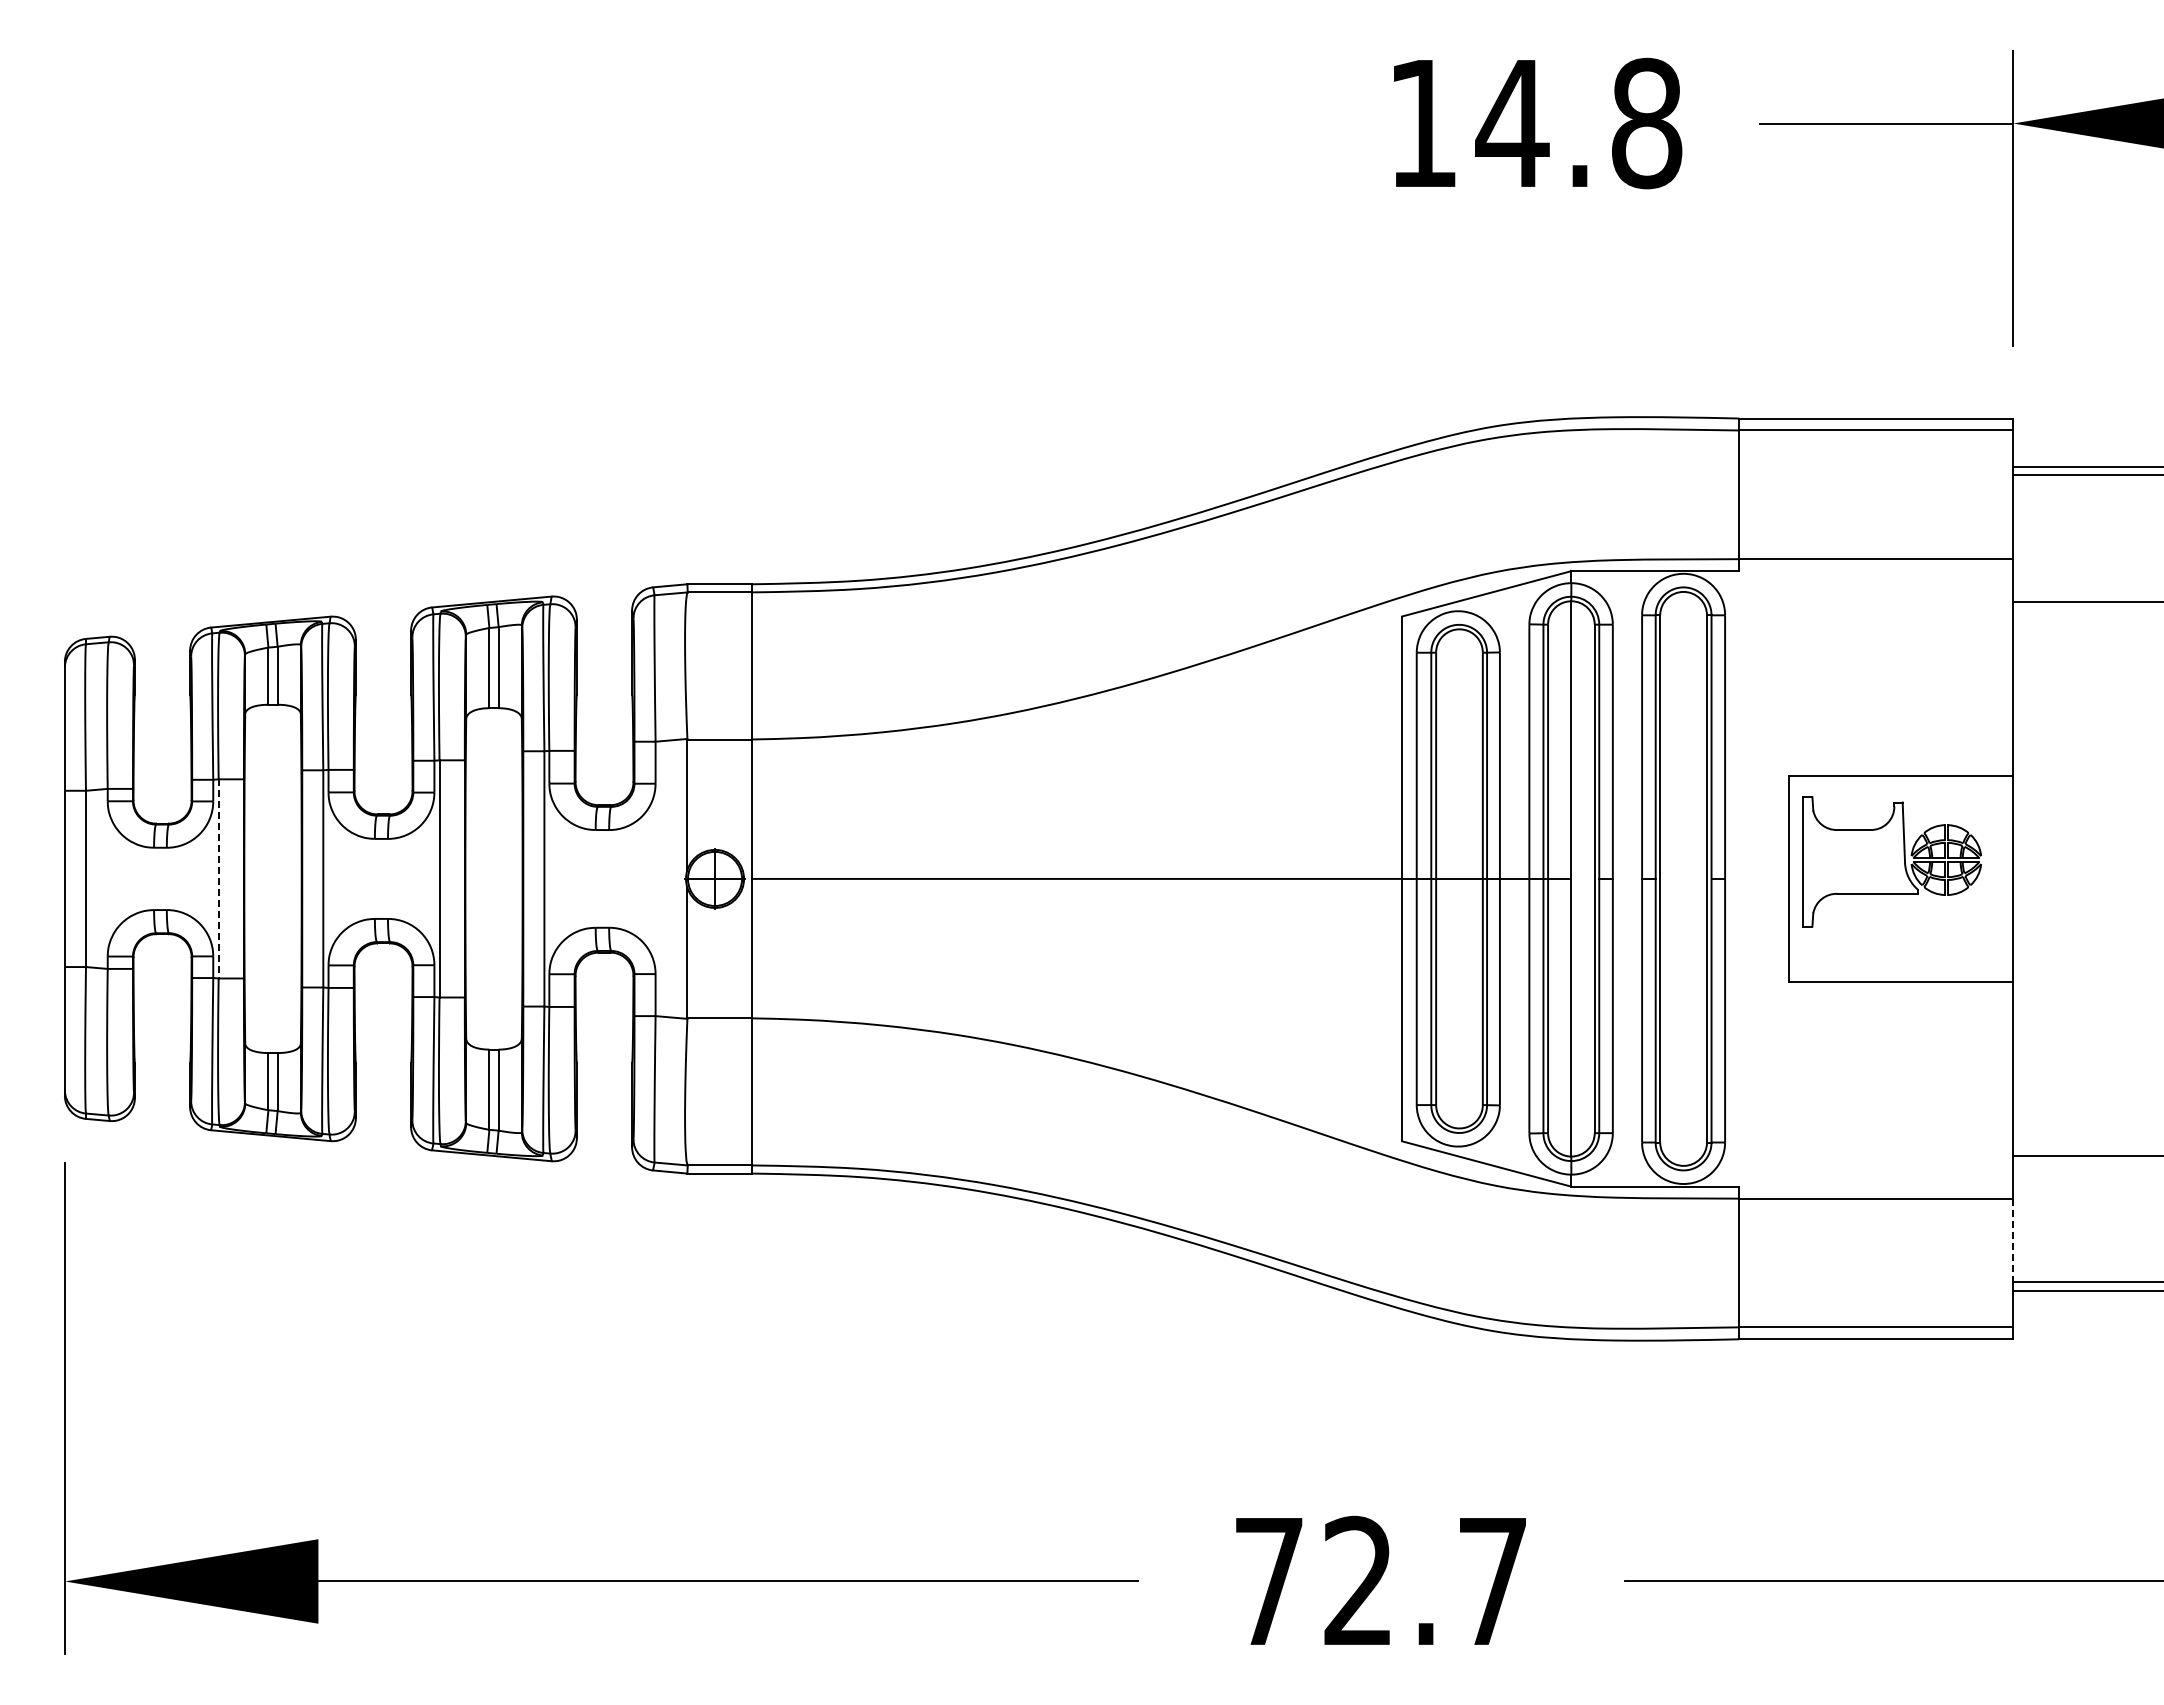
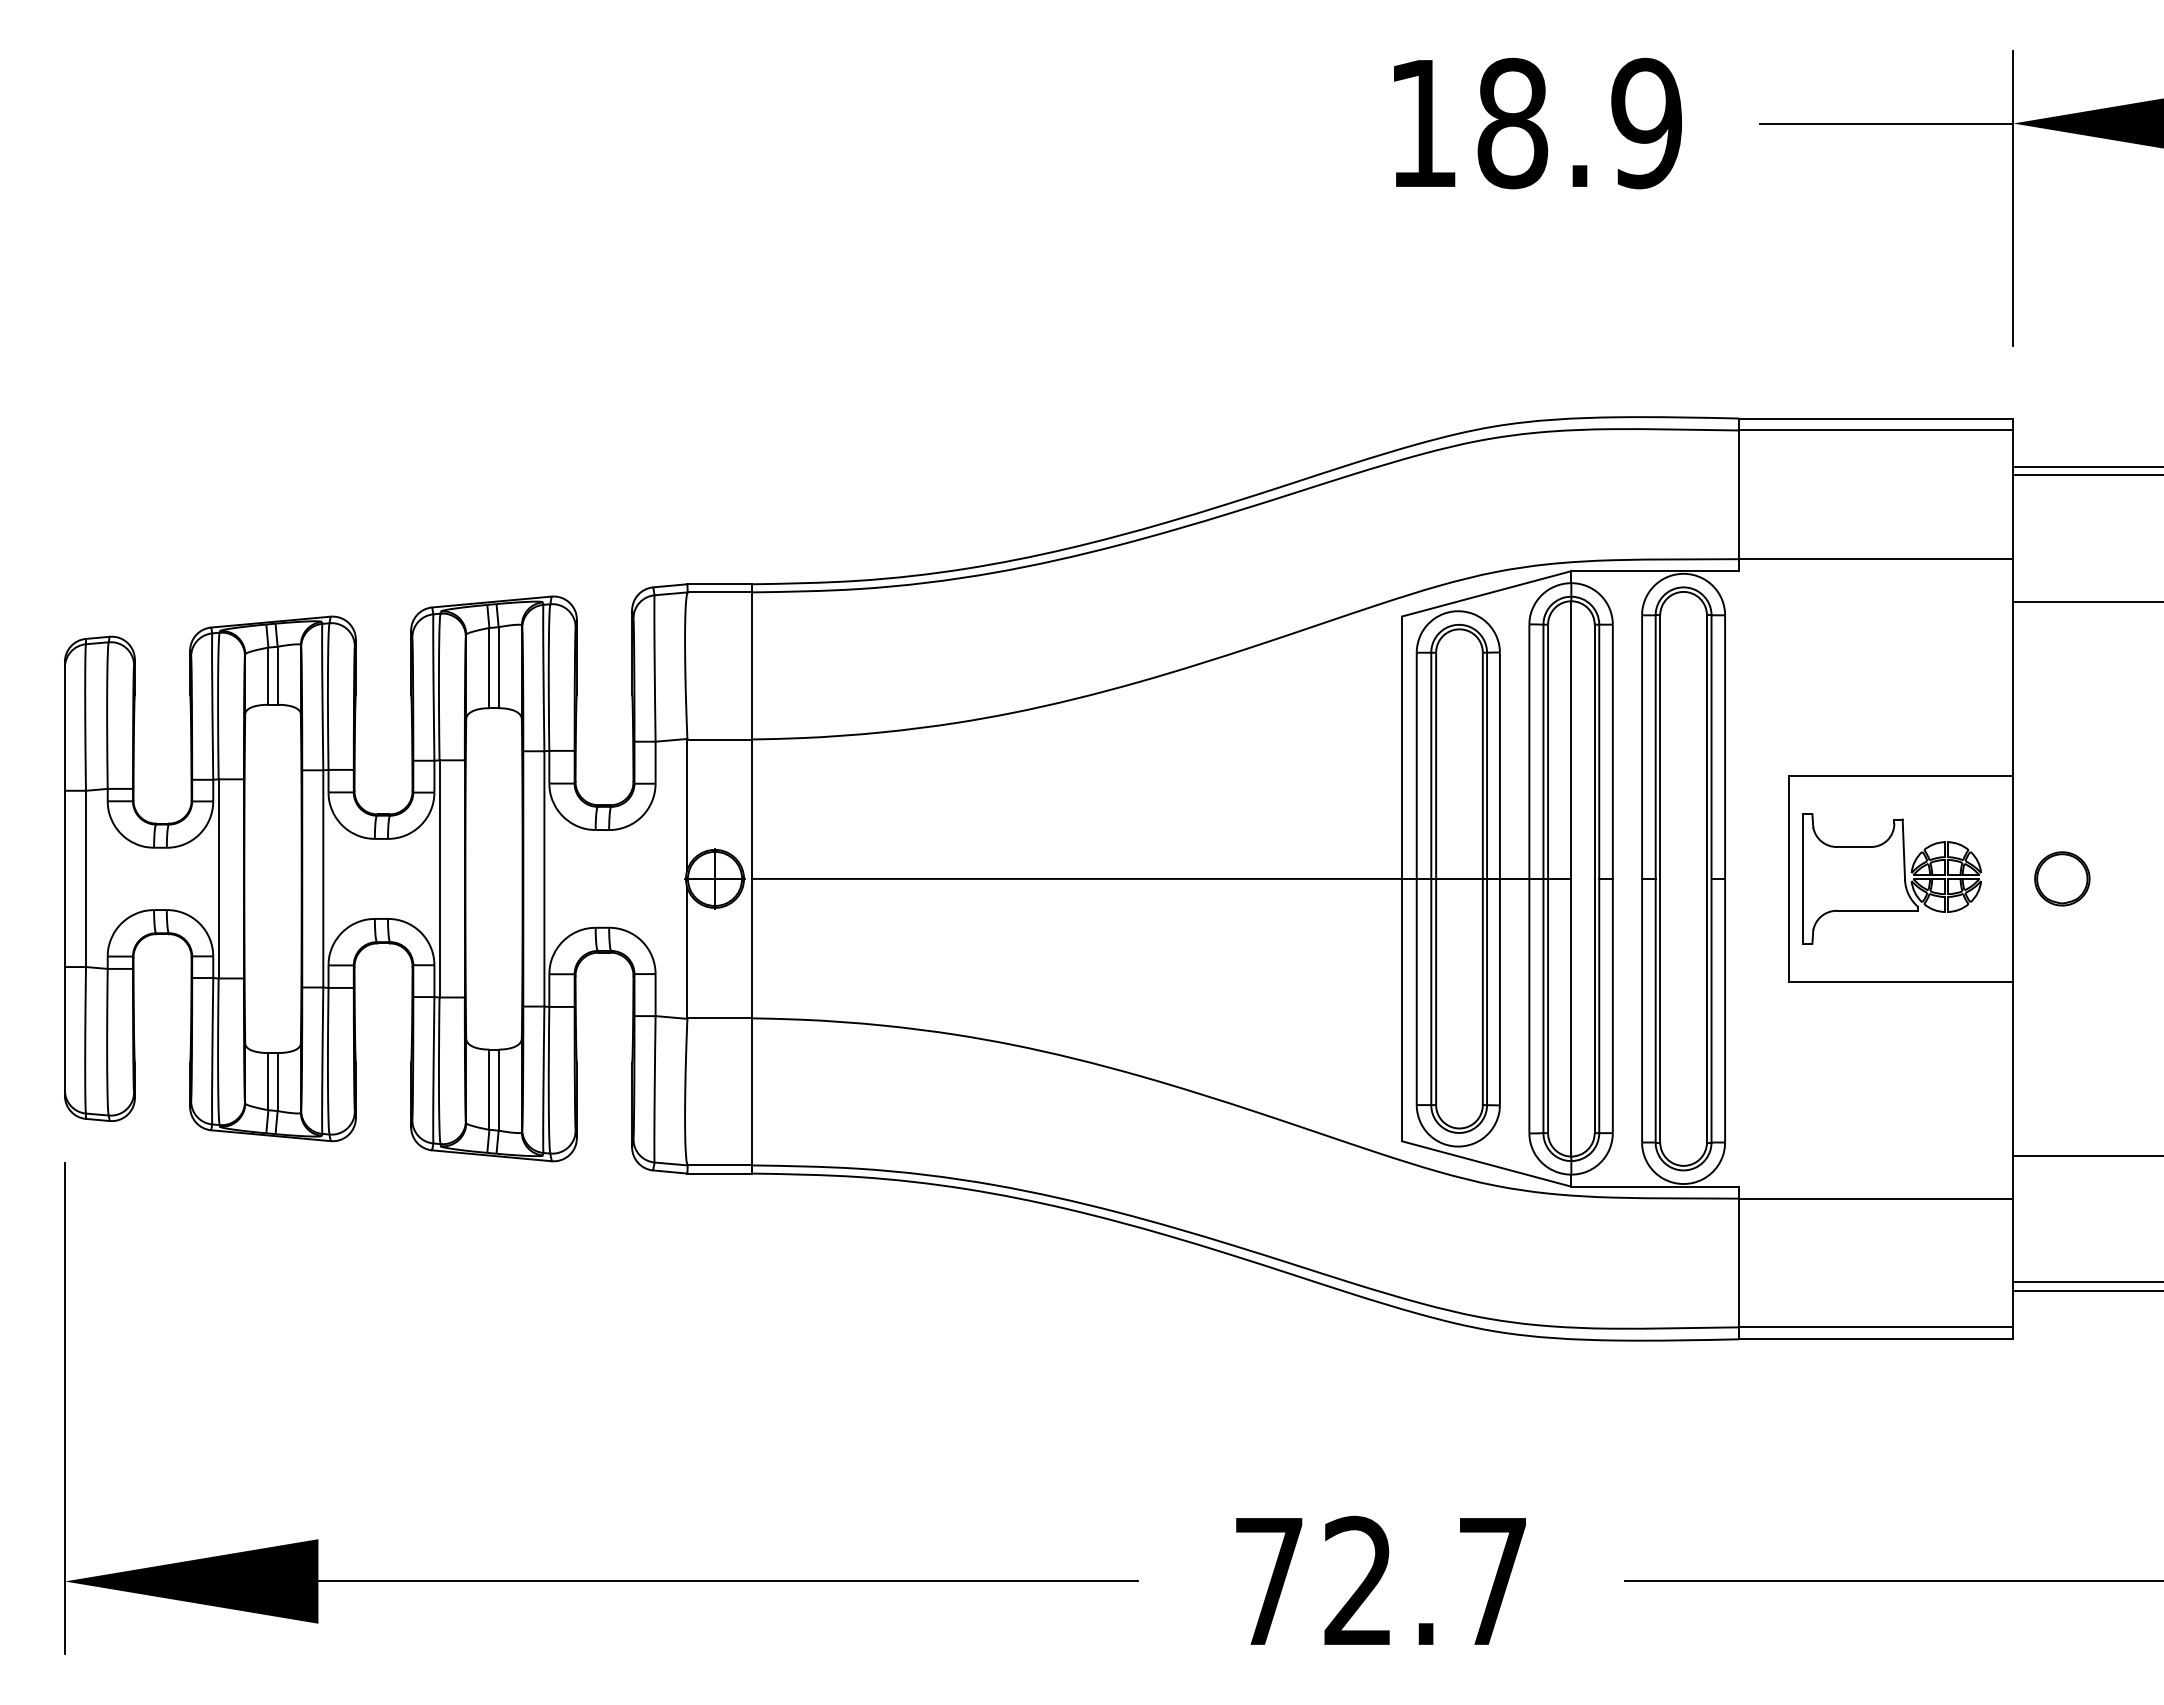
text at (1578, 123): 14.8 -> 18.9
part at (1891, 861) position: (1891, 861) -> (1891, 878)
line at (218, 878): dashed -> solid
part at (2062, 878): none -> present
line at (2013, 1240): dashed -> solid
